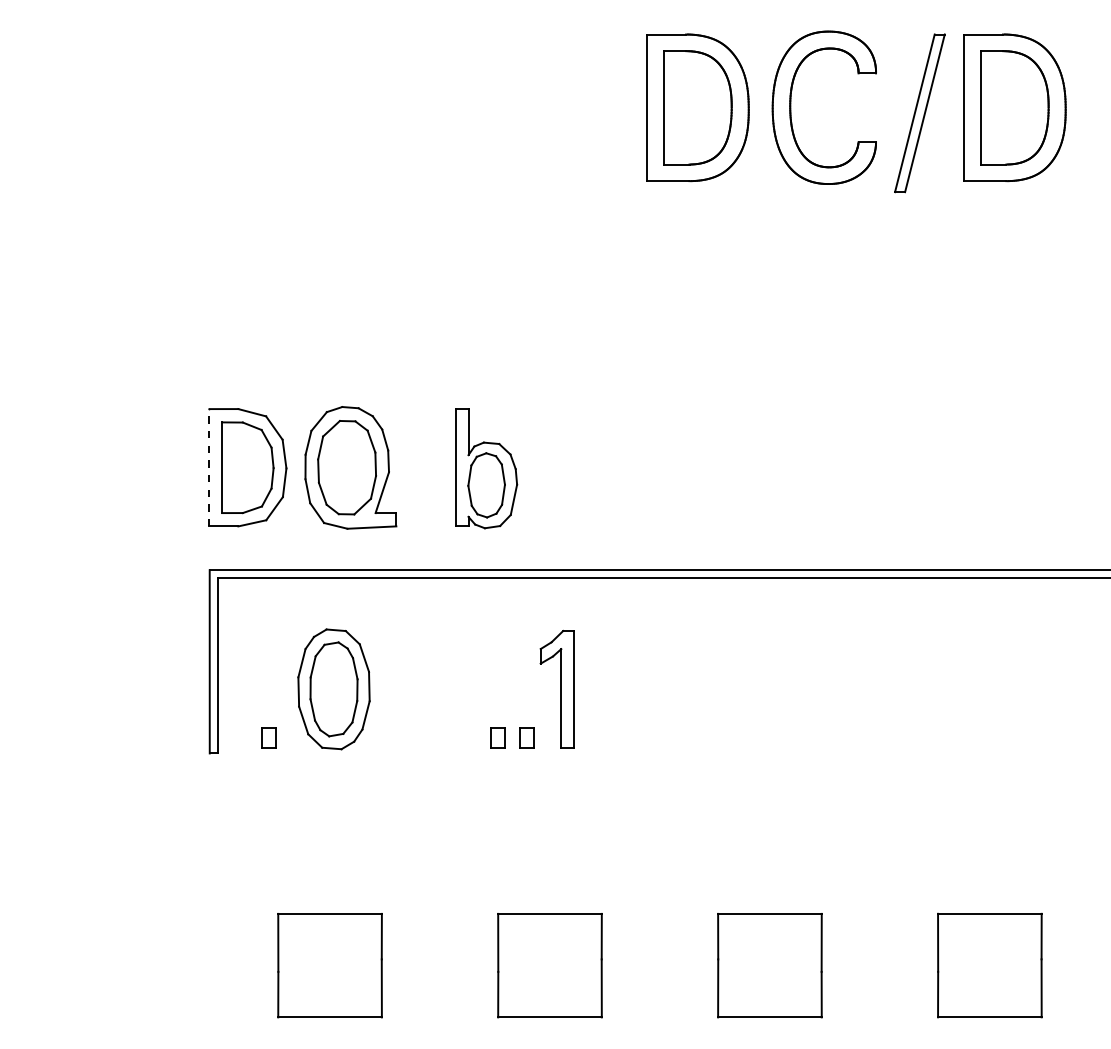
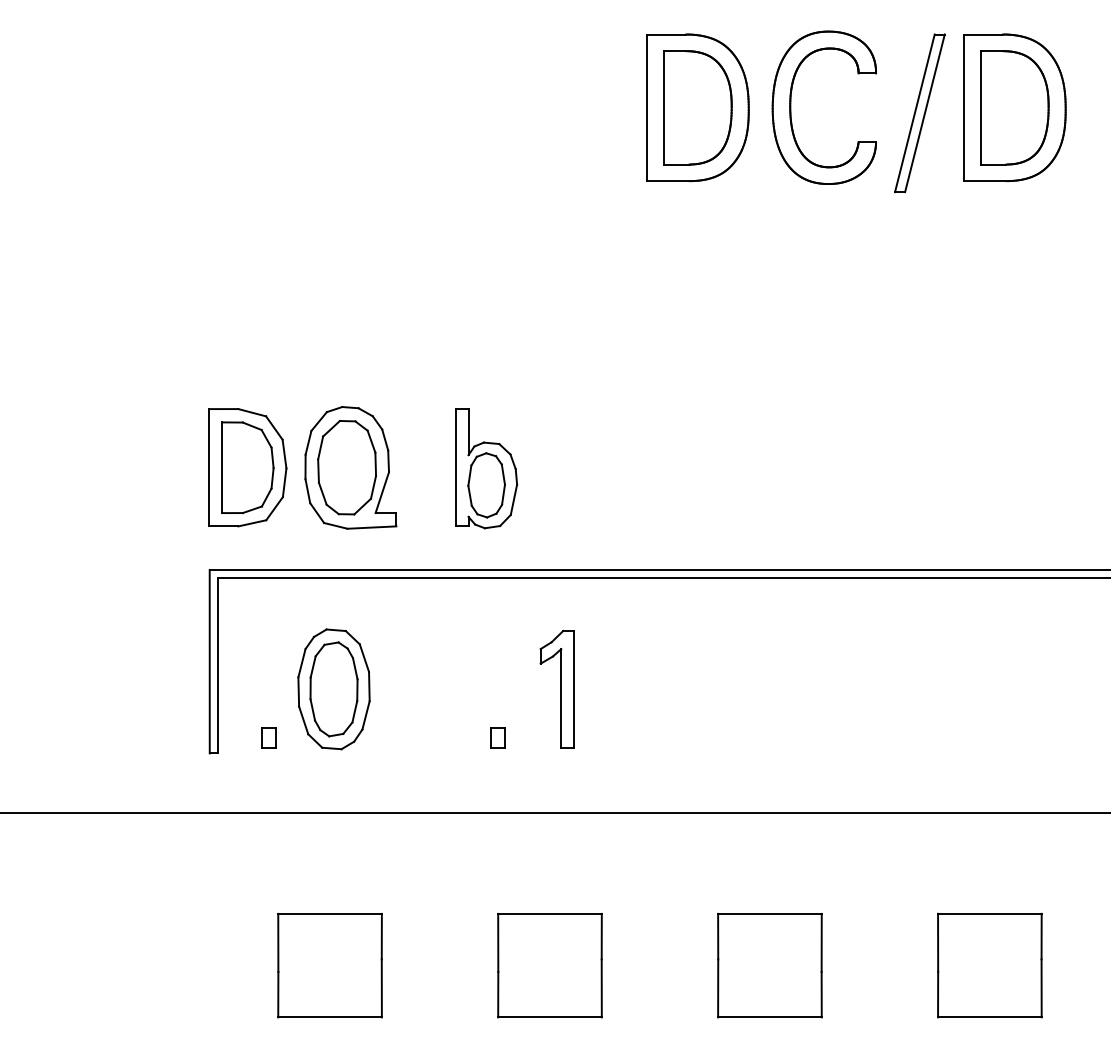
line at (209, 467): dashed -> solid
part at (526, 737): present -> none
line at (554, 812): none -> present
